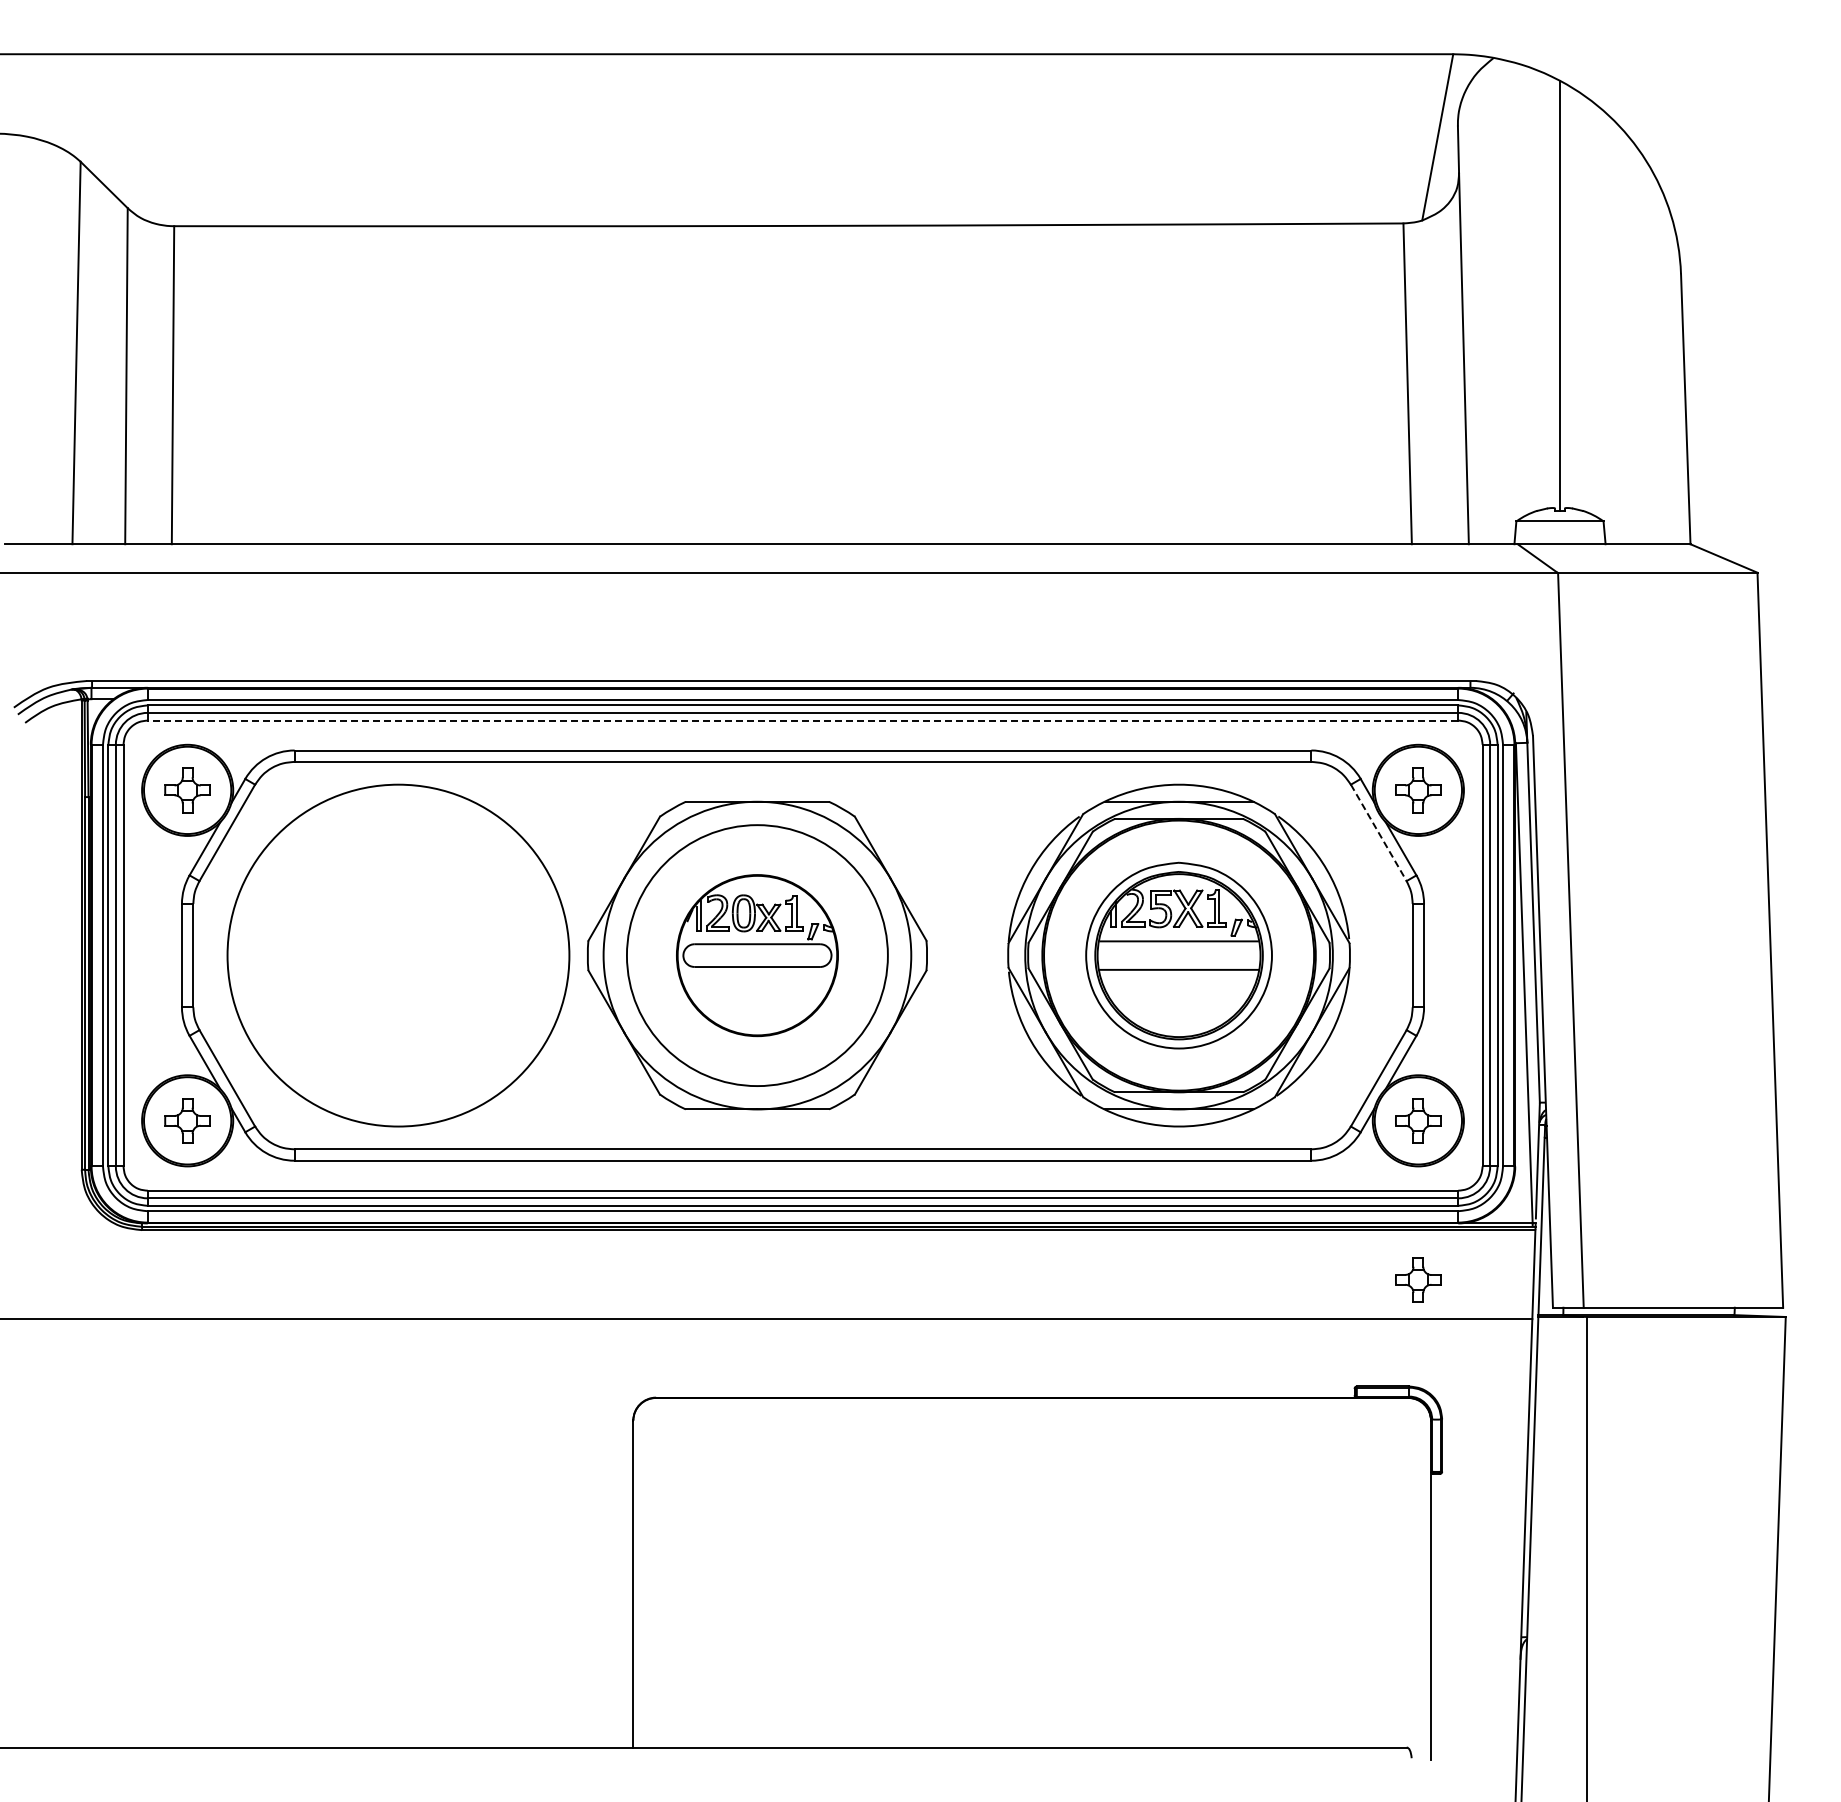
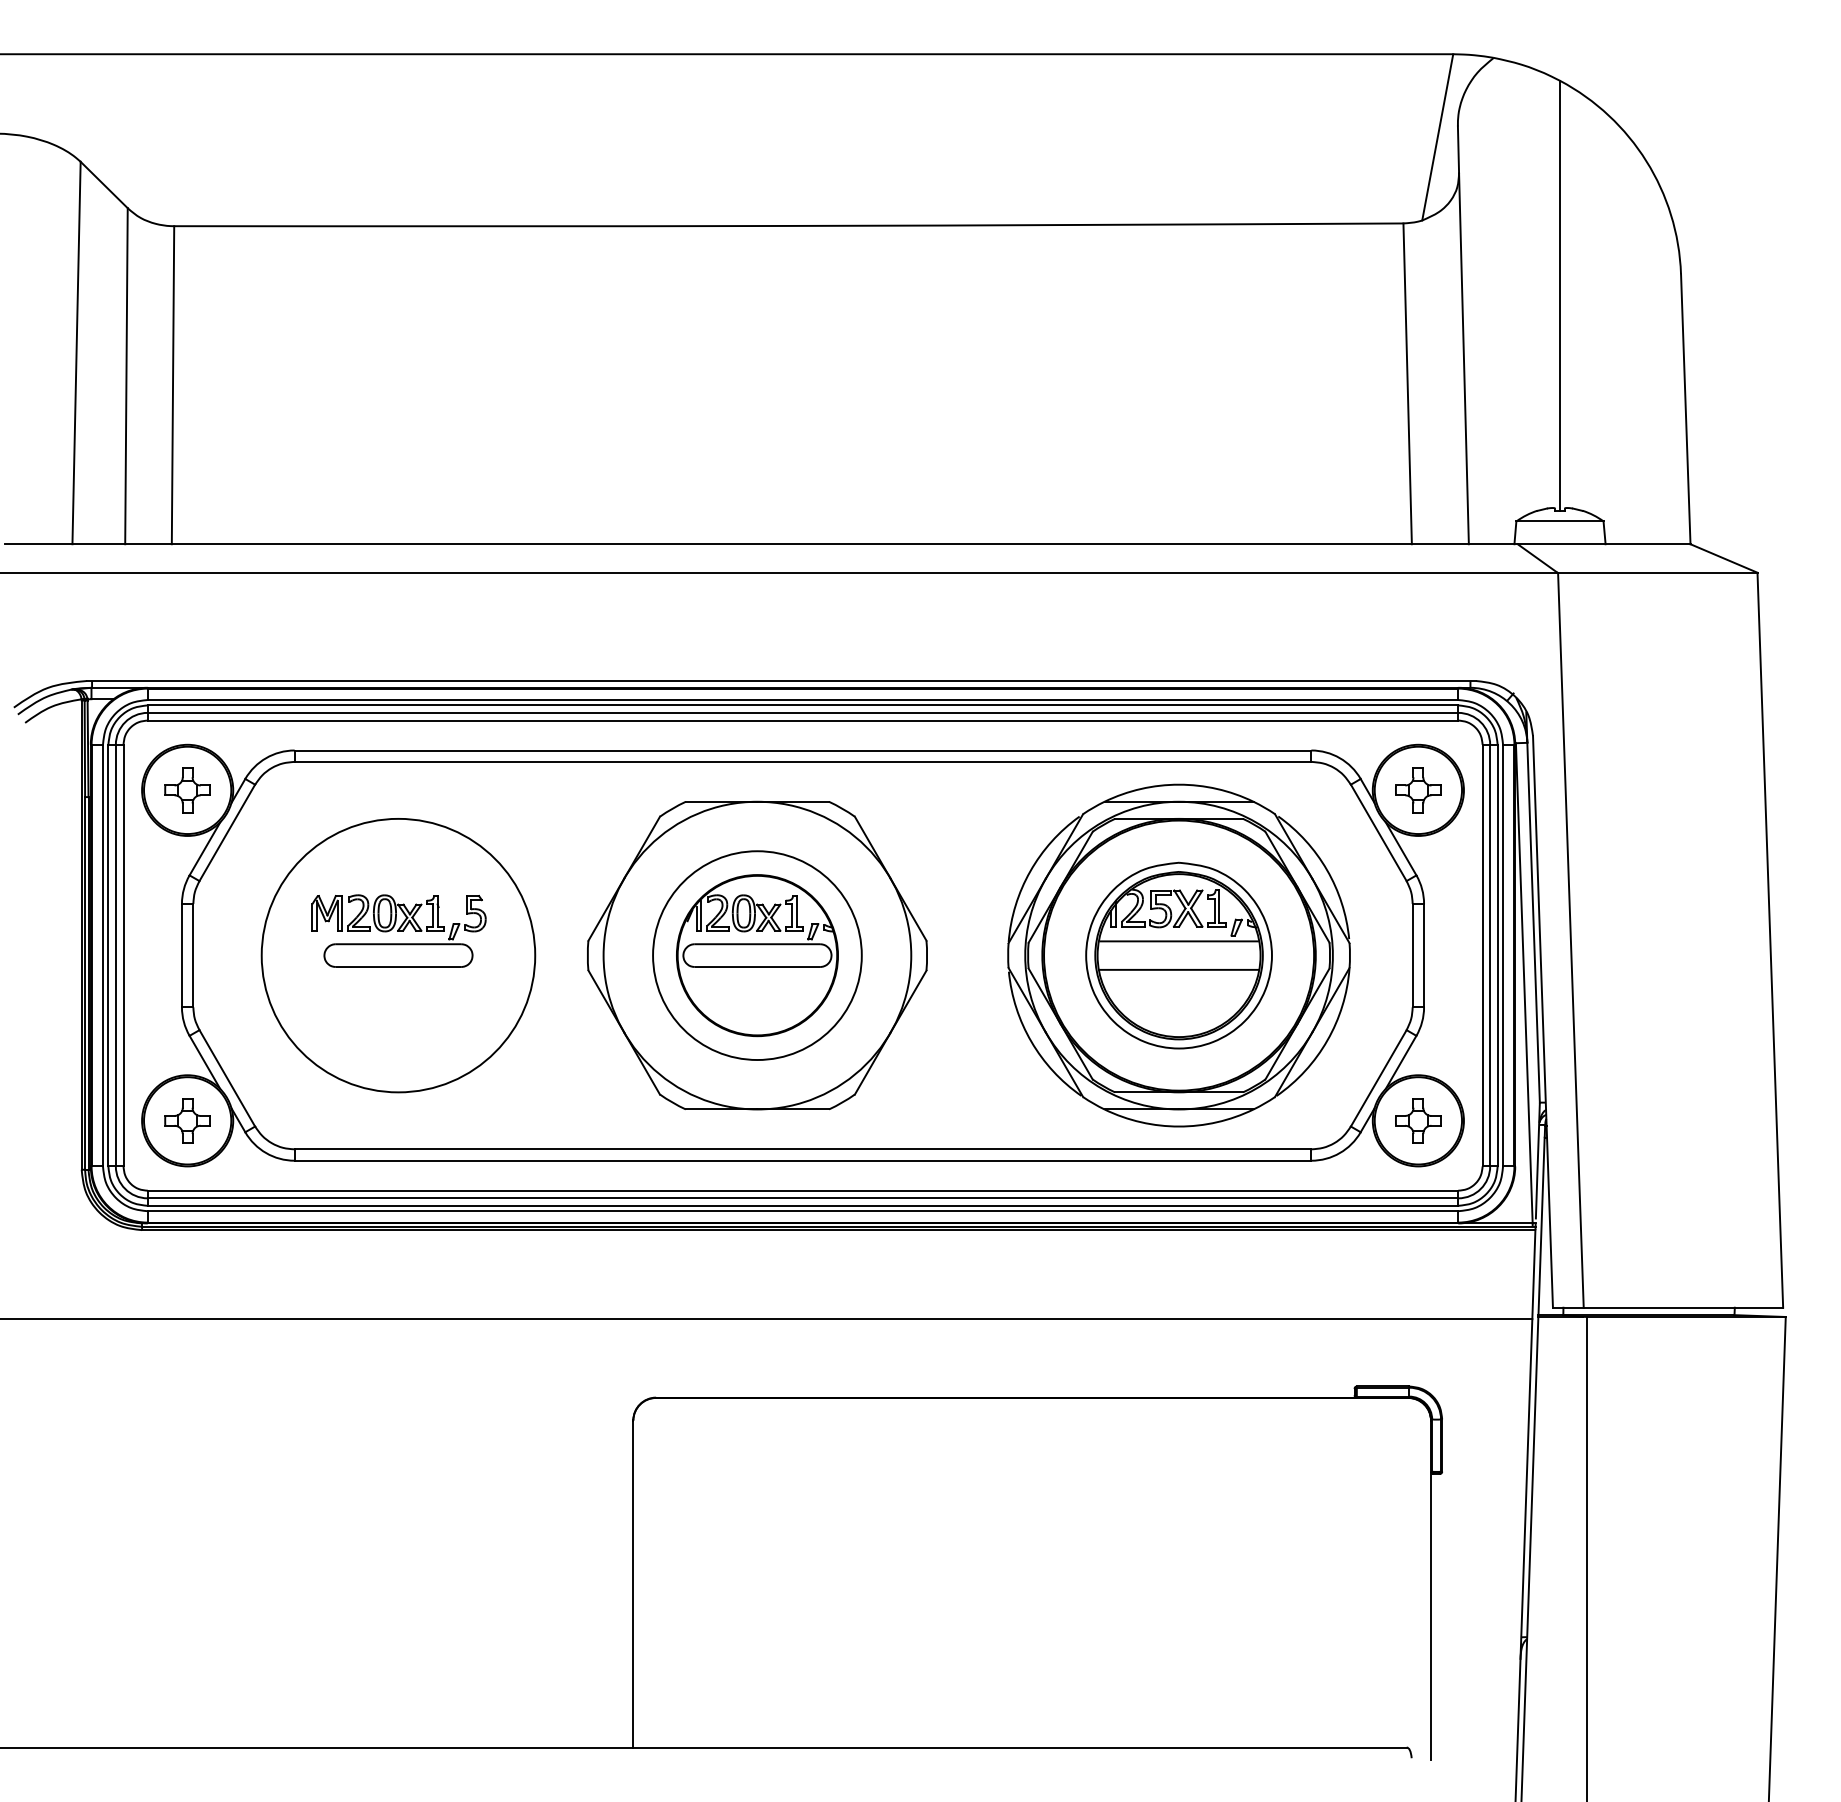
line at (802, 720): dashed -> solid
line at (1378, 832): dashed -> solid
part at (398, 930): none -> present
circle at (398, 955) diameter: 342 px -> 273 px
circle at (756, 955) diameter: 261 px -> 209 px
part at (1418, 1279): present -> none
